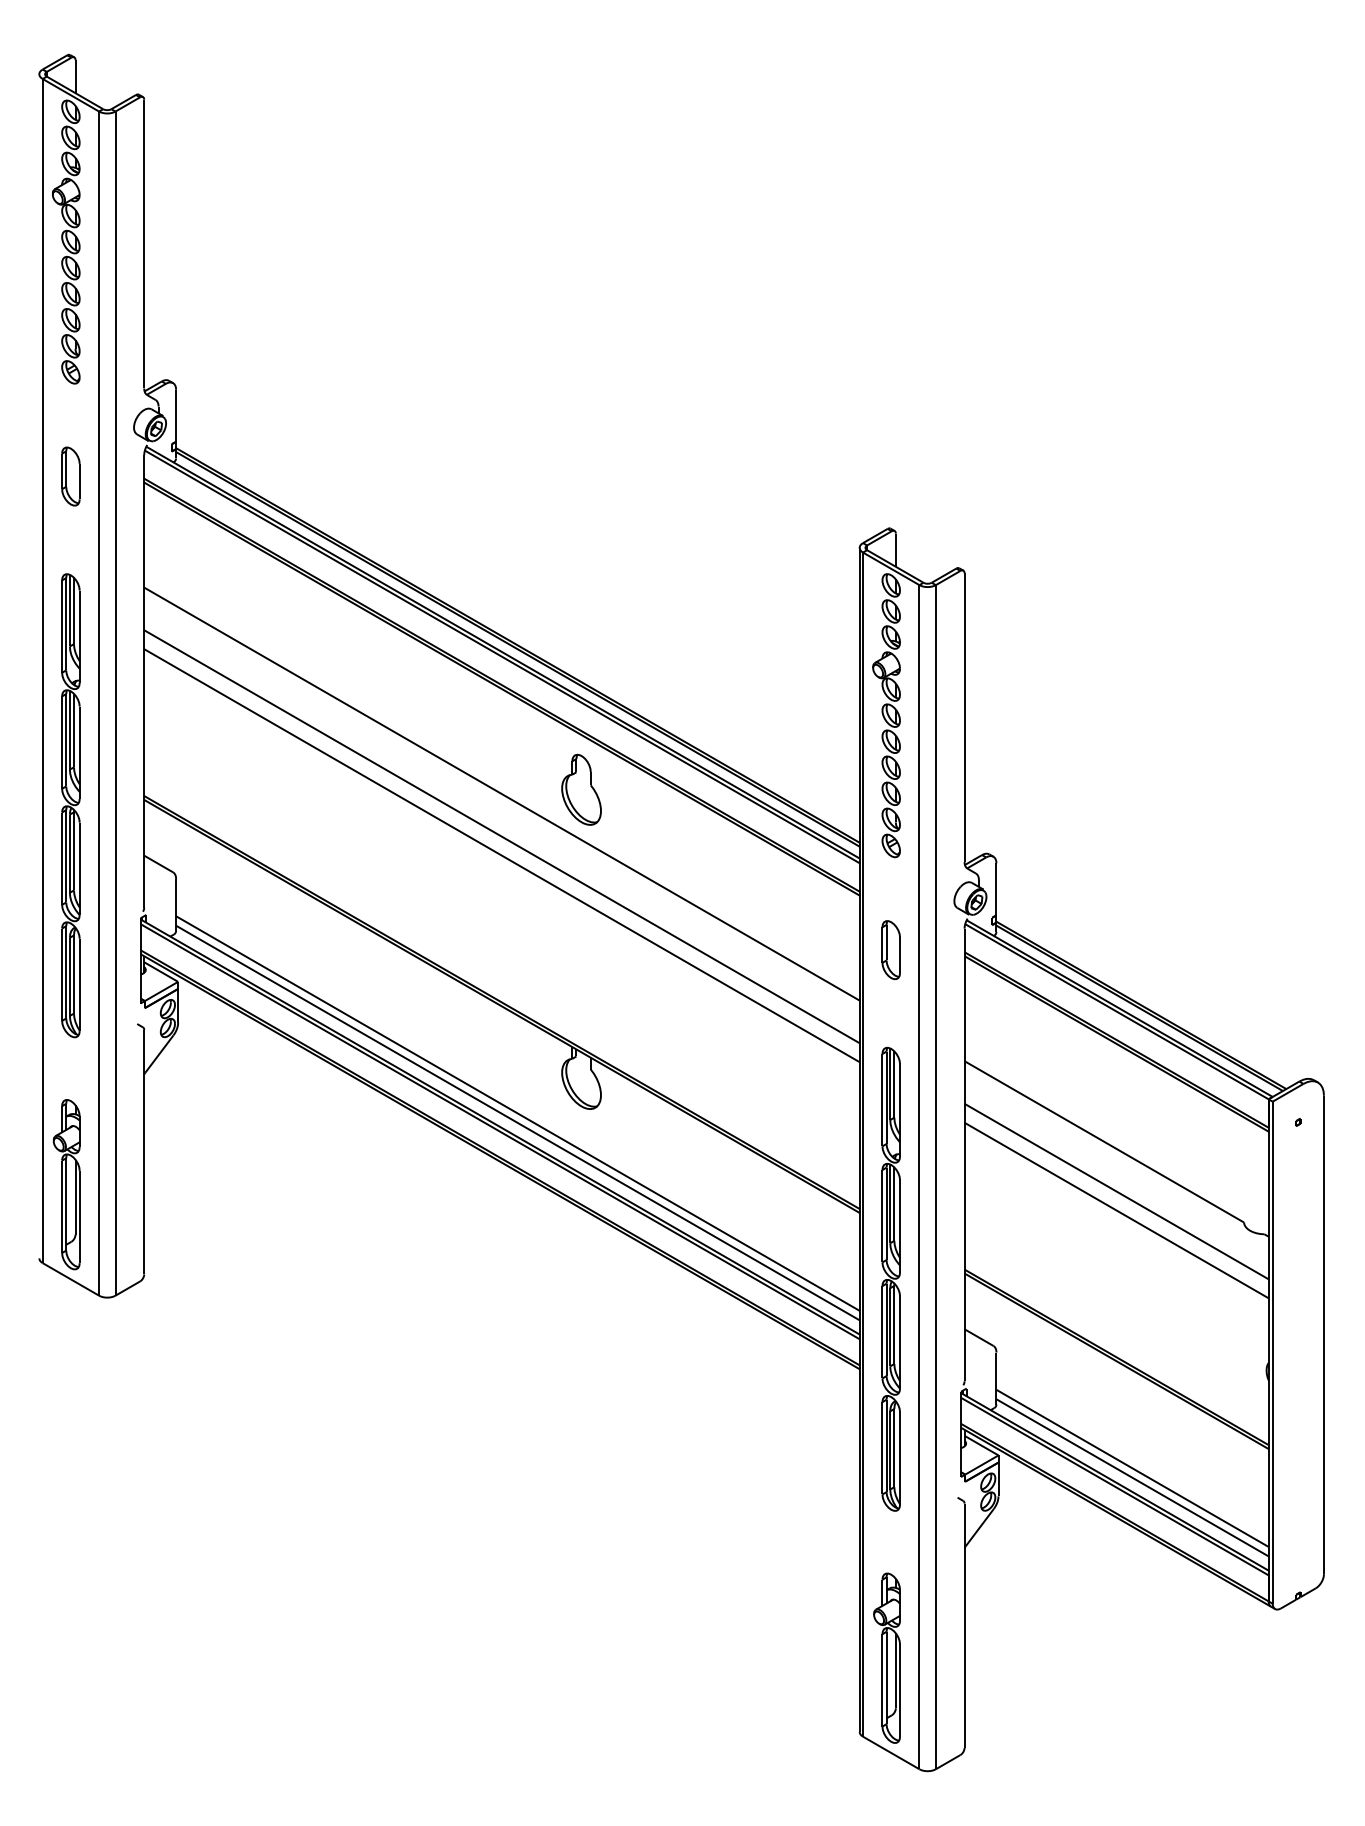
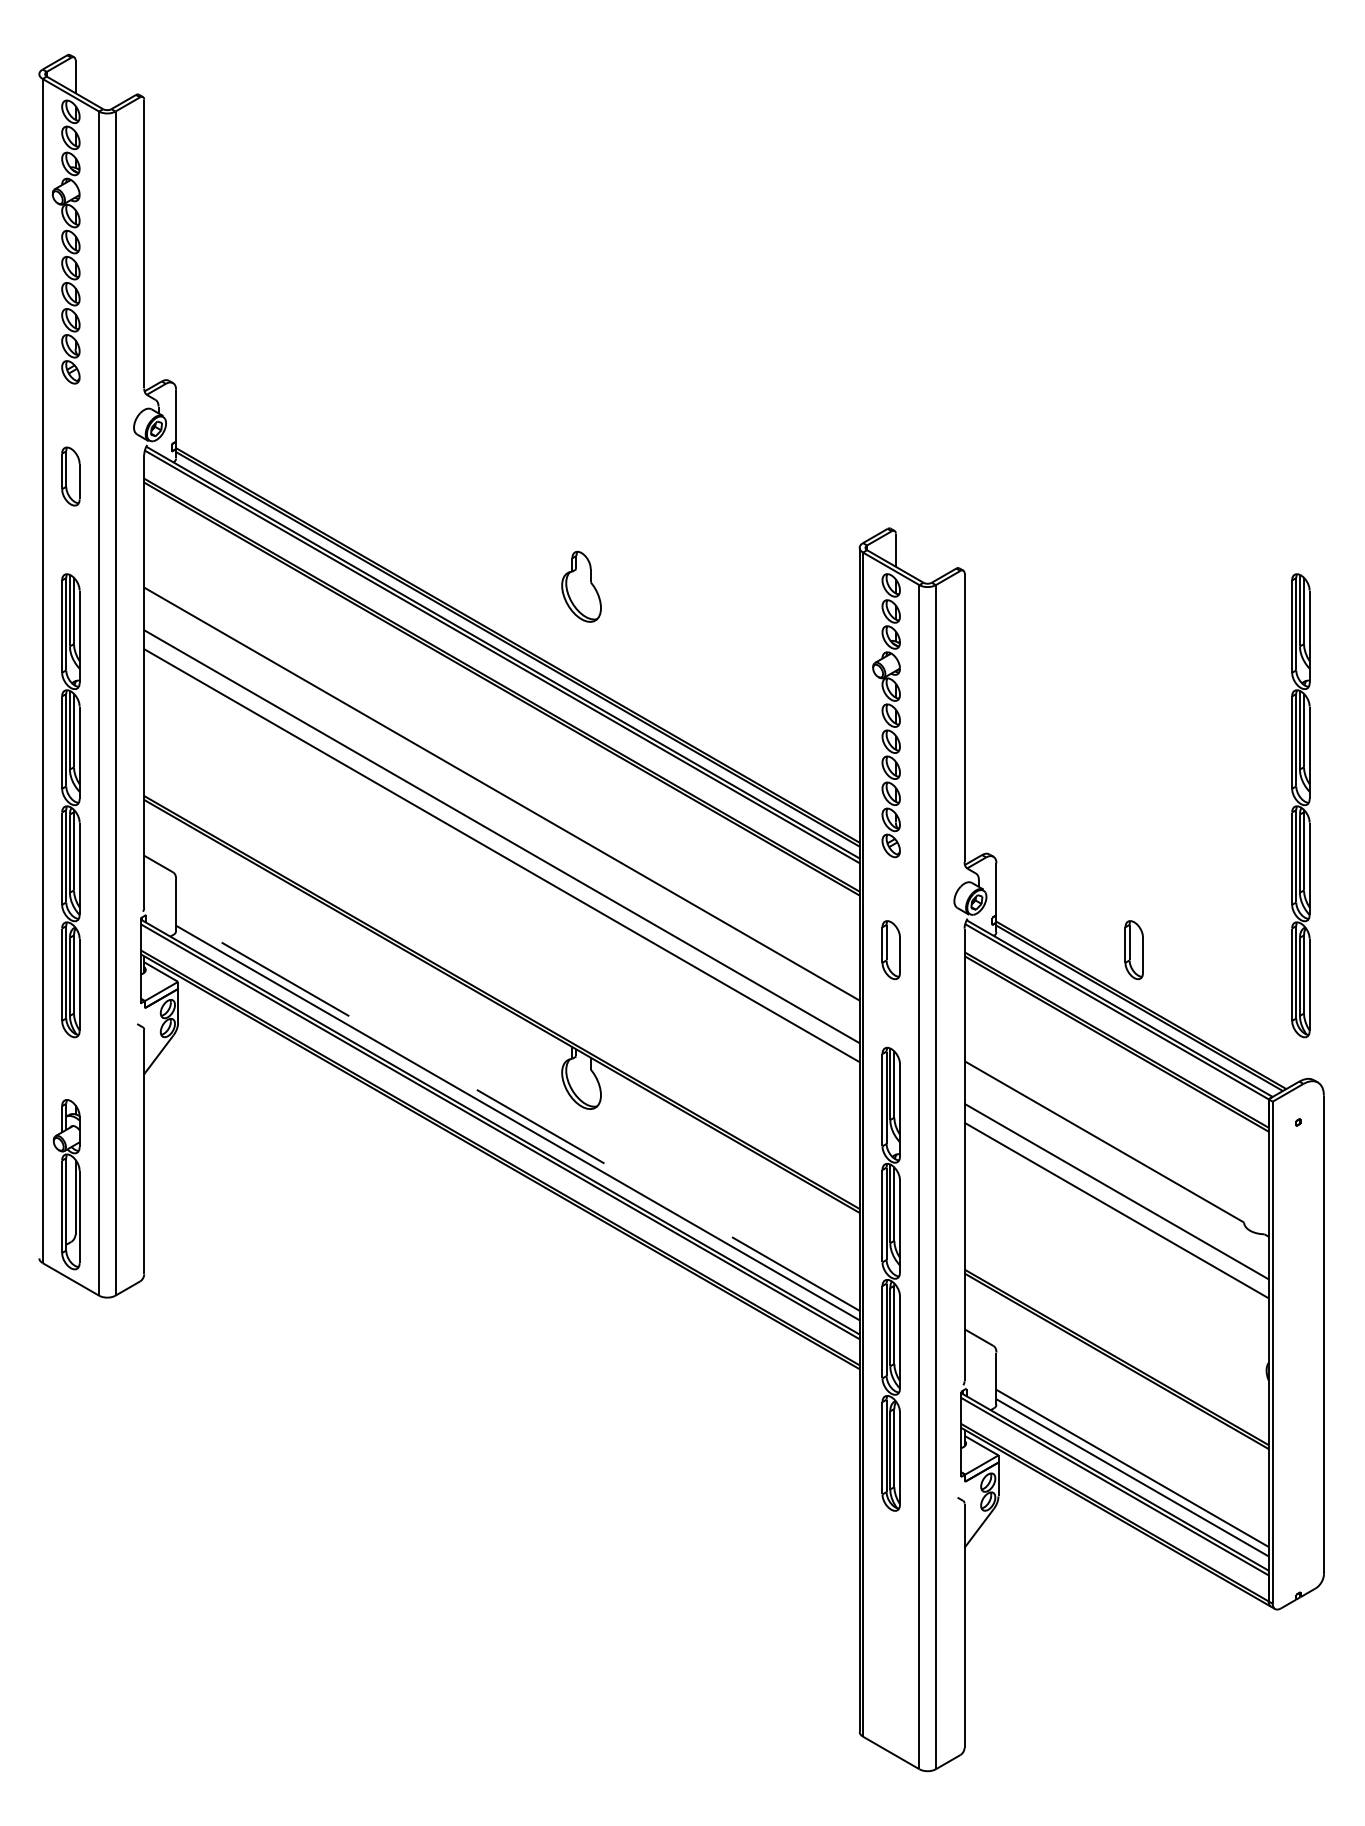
part at (581, 789) position: (581, 789) -> (581, 586)
part at (1300, 805): none -> present
part at (1133, 950): none -> present
line at (517, 1113): solid -> dashed
part at (886, 1657): present -> none
